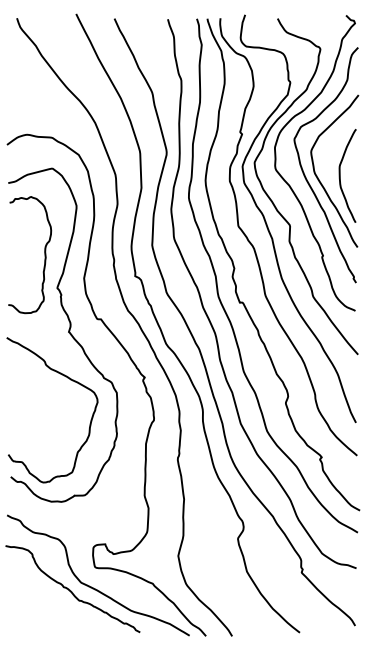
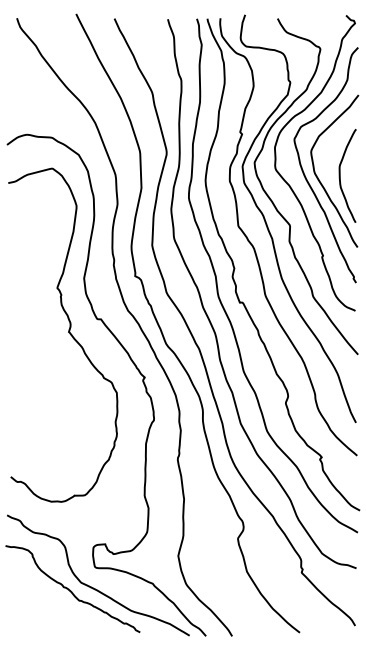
curve at (44, 255): present -> none
curve at (70, 380): present -> none
